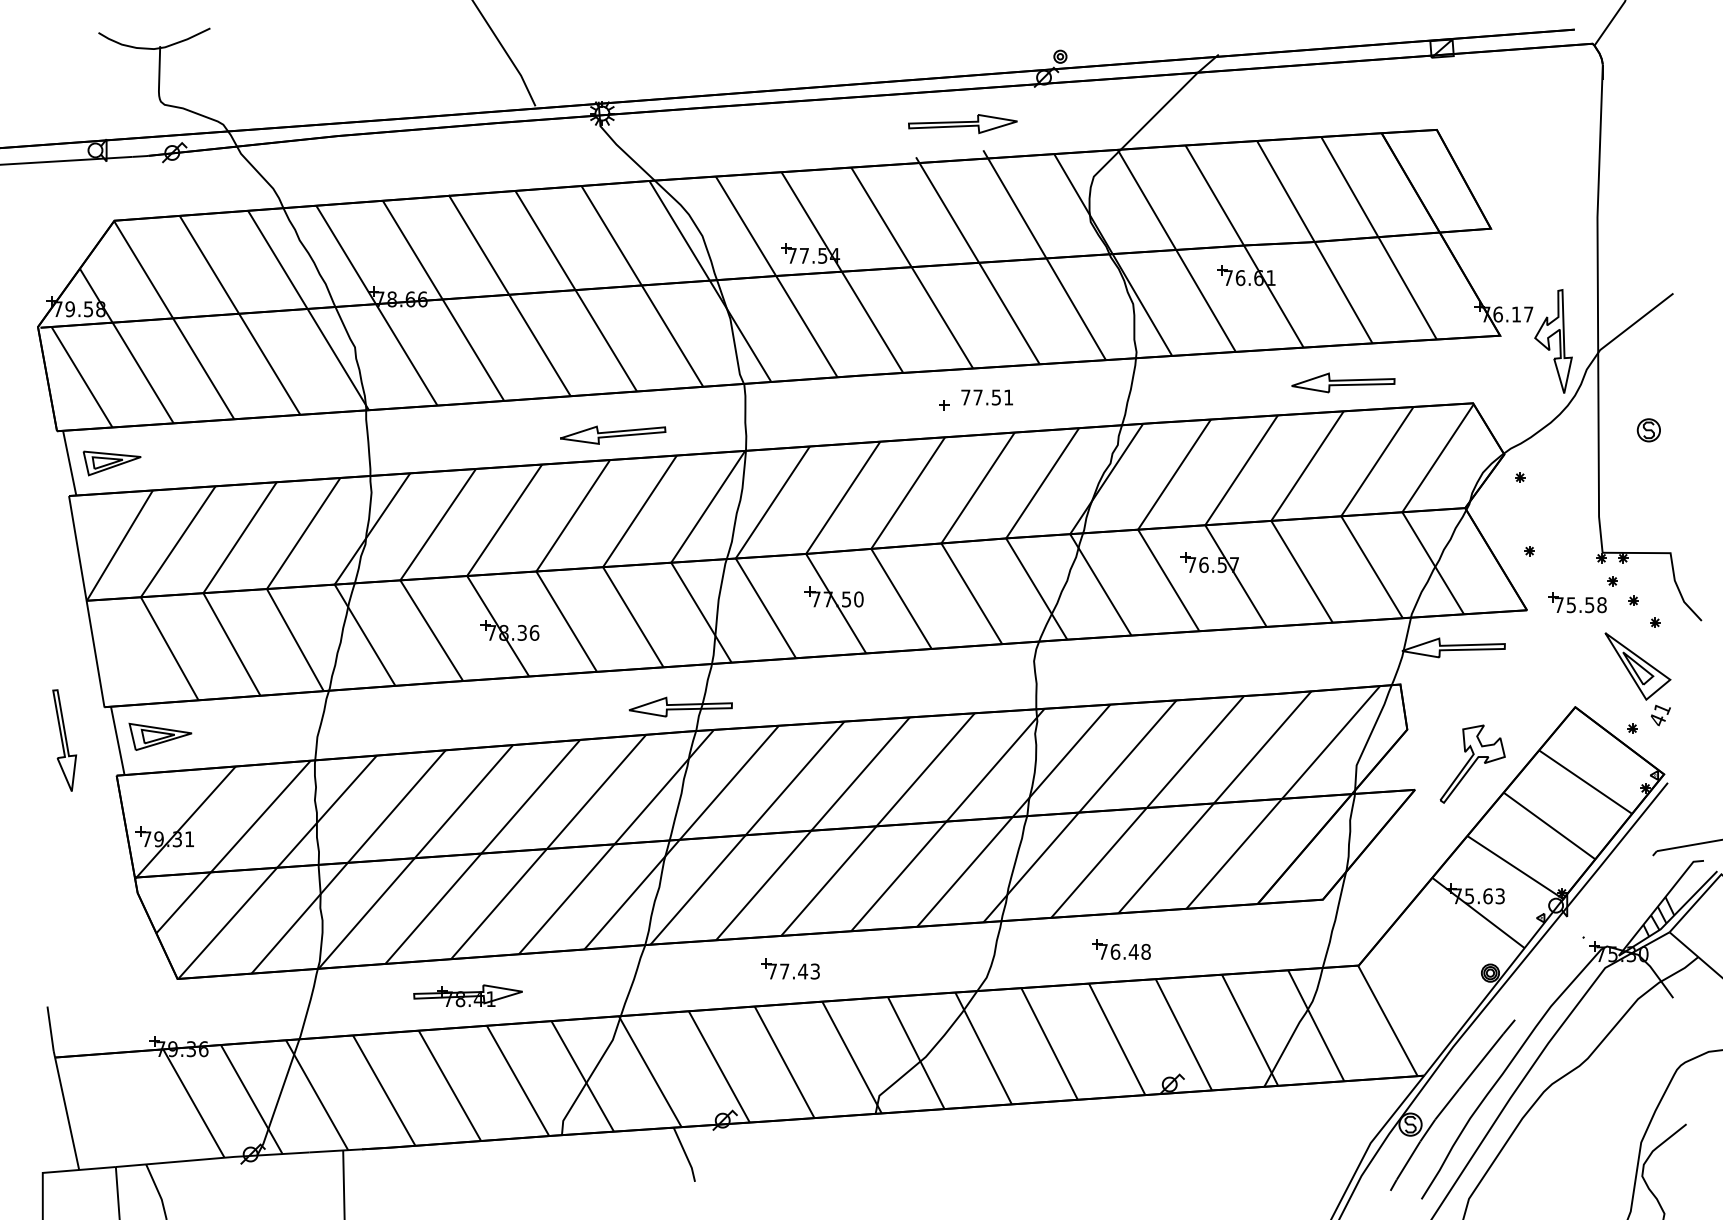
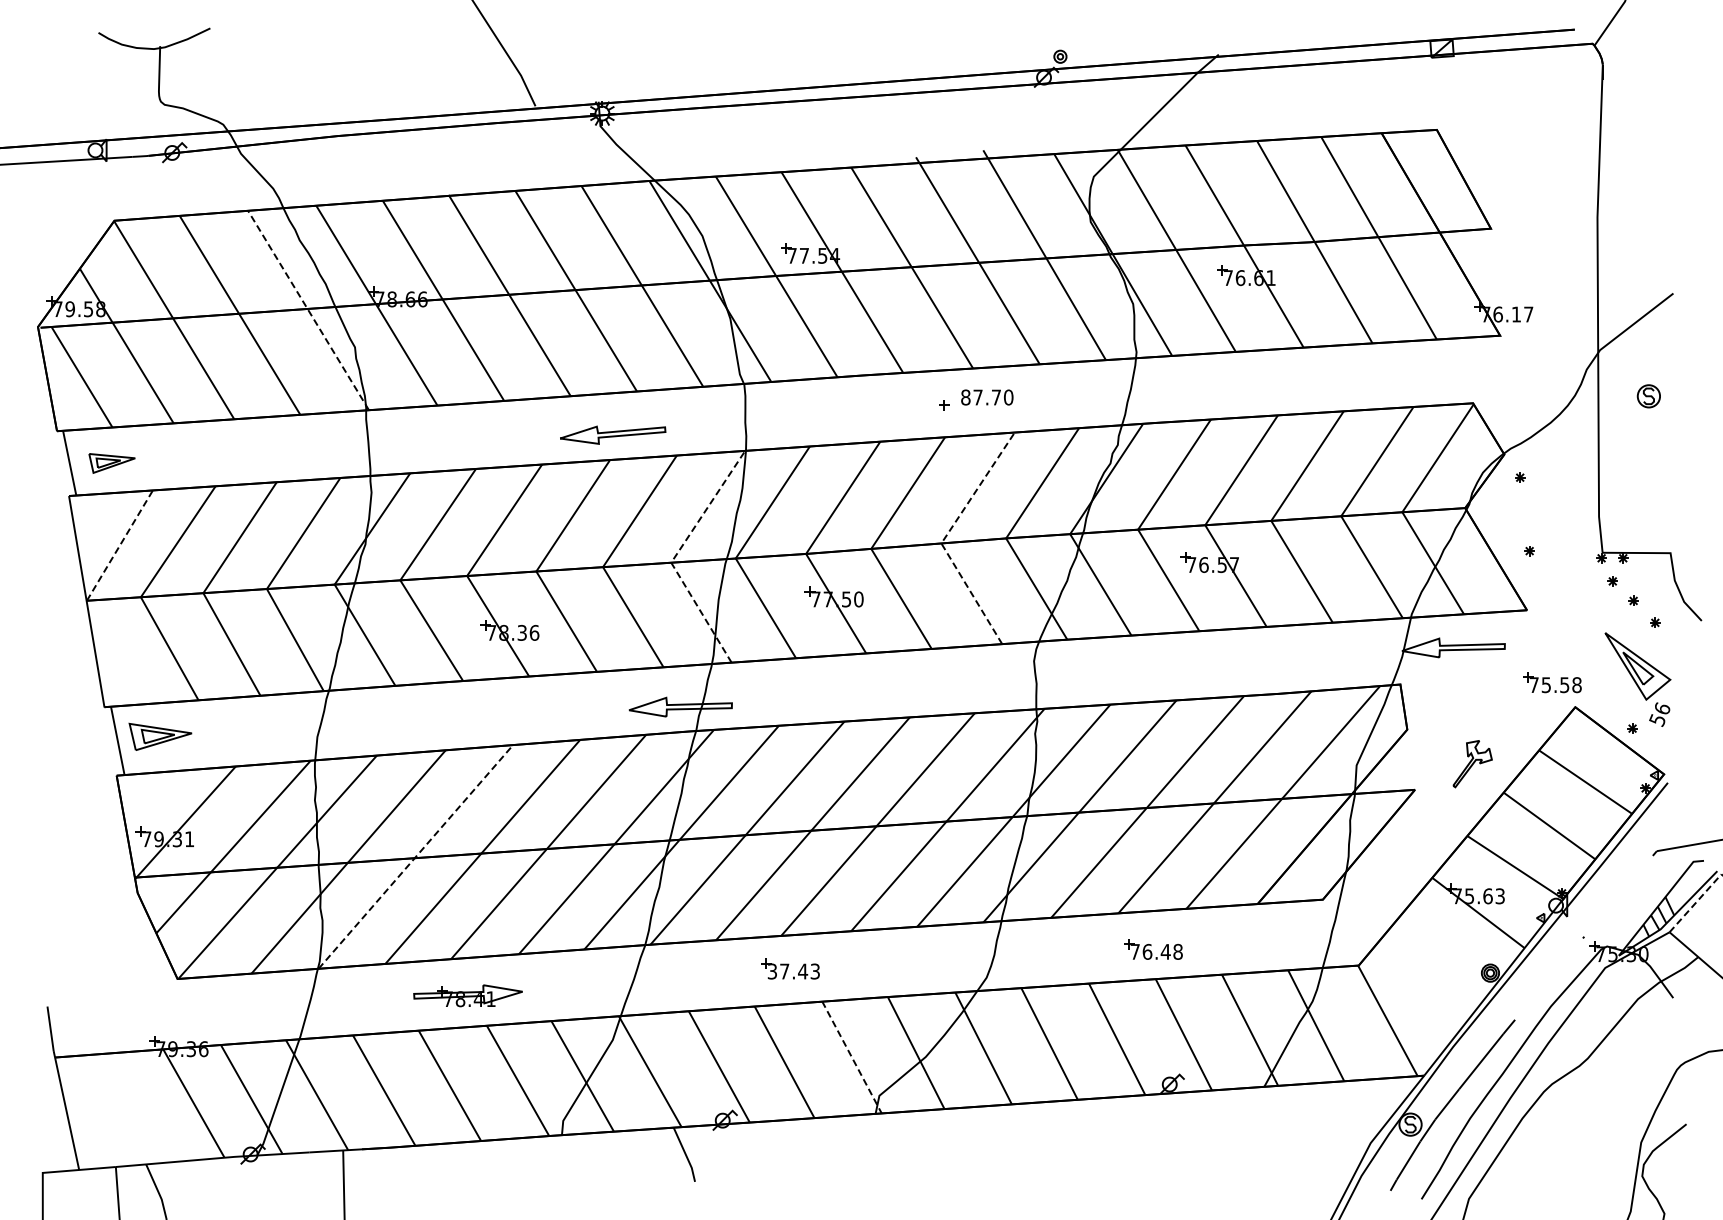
part at (962, 124): present -> none
line at (308, 310): solid -> dashed
part at (1553, 341): present -> none
part at (1343, 382): present -> none
text at (987, 397): 77.51 -> 87.70
part at (1648, 430) position: (1648, 430) -> (1648, 396)
part at (111, 463) size: 60x27 px -> 48x21 px
line at (945, 537): solid -> dashed
line at (120, 545): solid -> dashed
line at (676, 555): solid -> dashed
part at (1577, 602) position: (1577, 602) -> (1552, 682)
text at (1659, 714): 41 -> 56
part at (64, 740): present -> none
part at (1472, 763) size: 67x80 px -> 41x49 px
line at (416, 856): solid -> dashed
line at (1696, 901): solid -> dashed
part at (1121, 949) position: (1121, 949) -> (1153, 949)
text at (771, 971): 77.43 -> 37.43
line at (852, 1057): solid -> dashed
